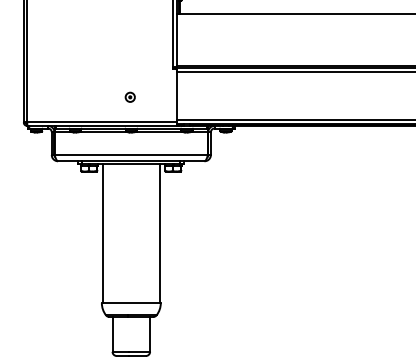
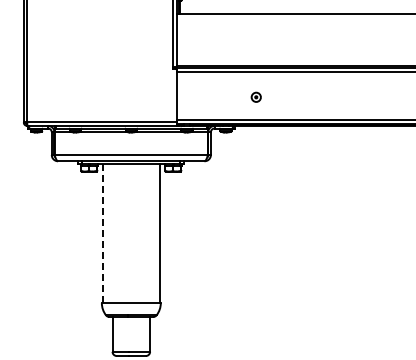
part at (129, 96) position: (129, 96) -> (255, 96)
line at (102, 233): solid -> dashed
